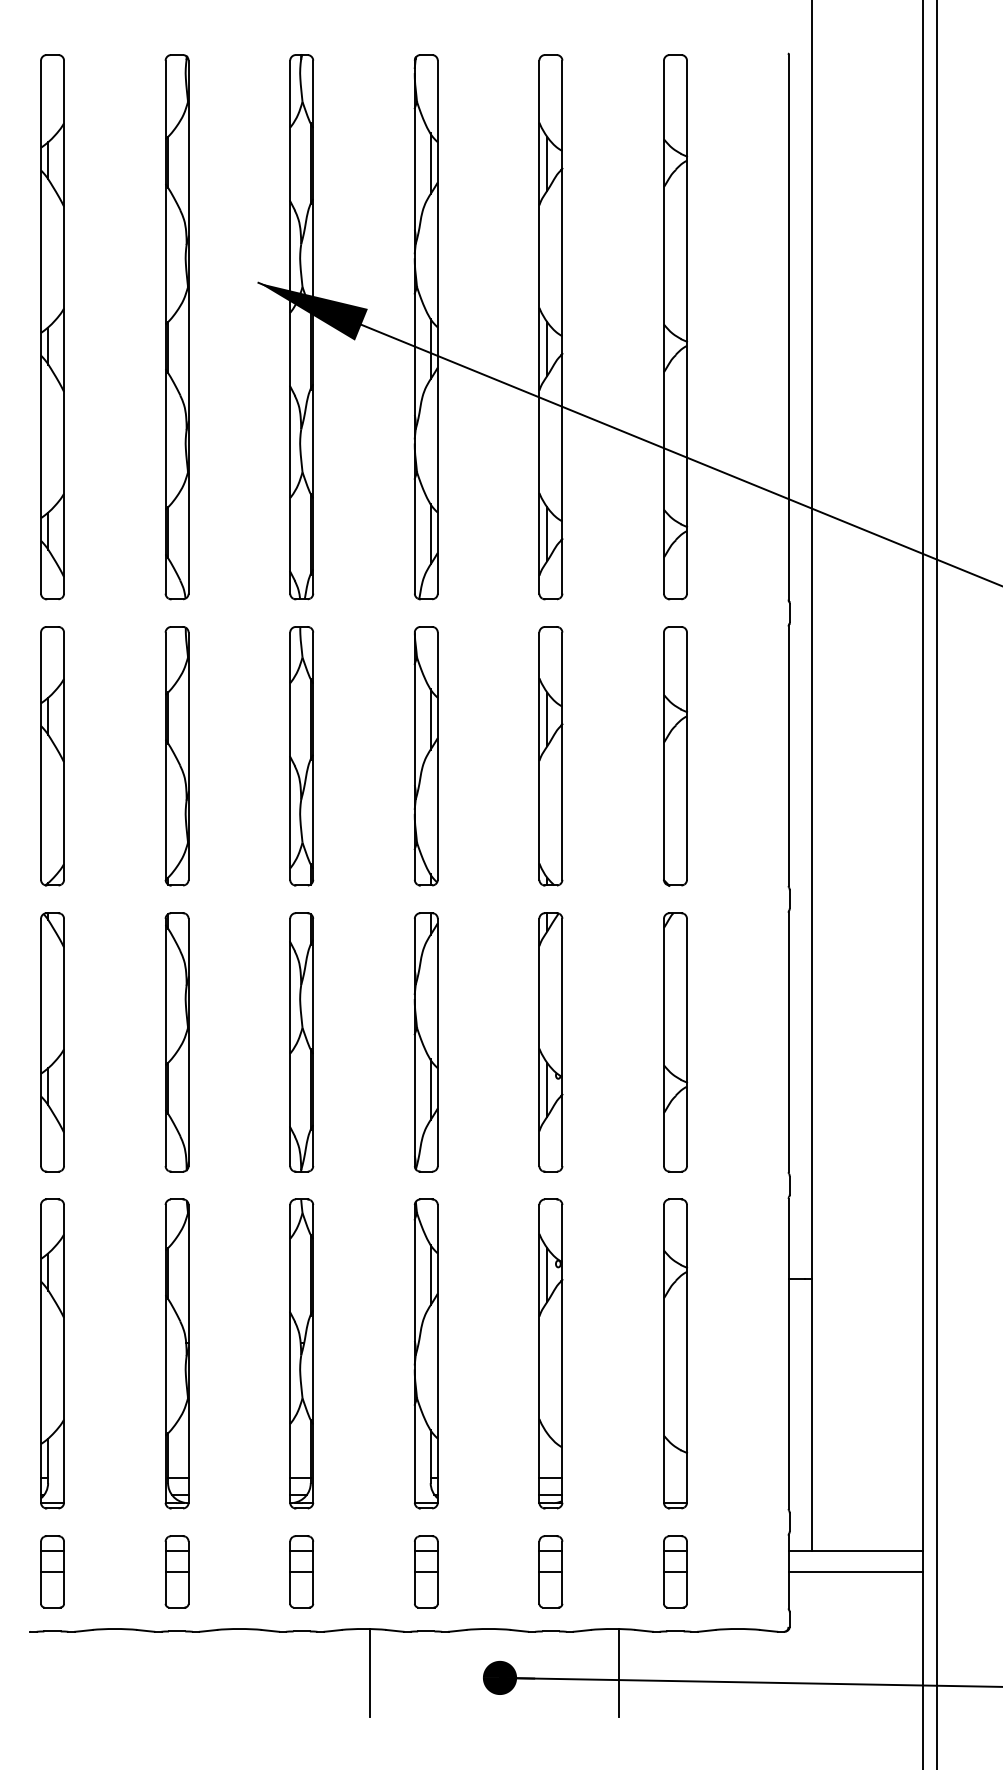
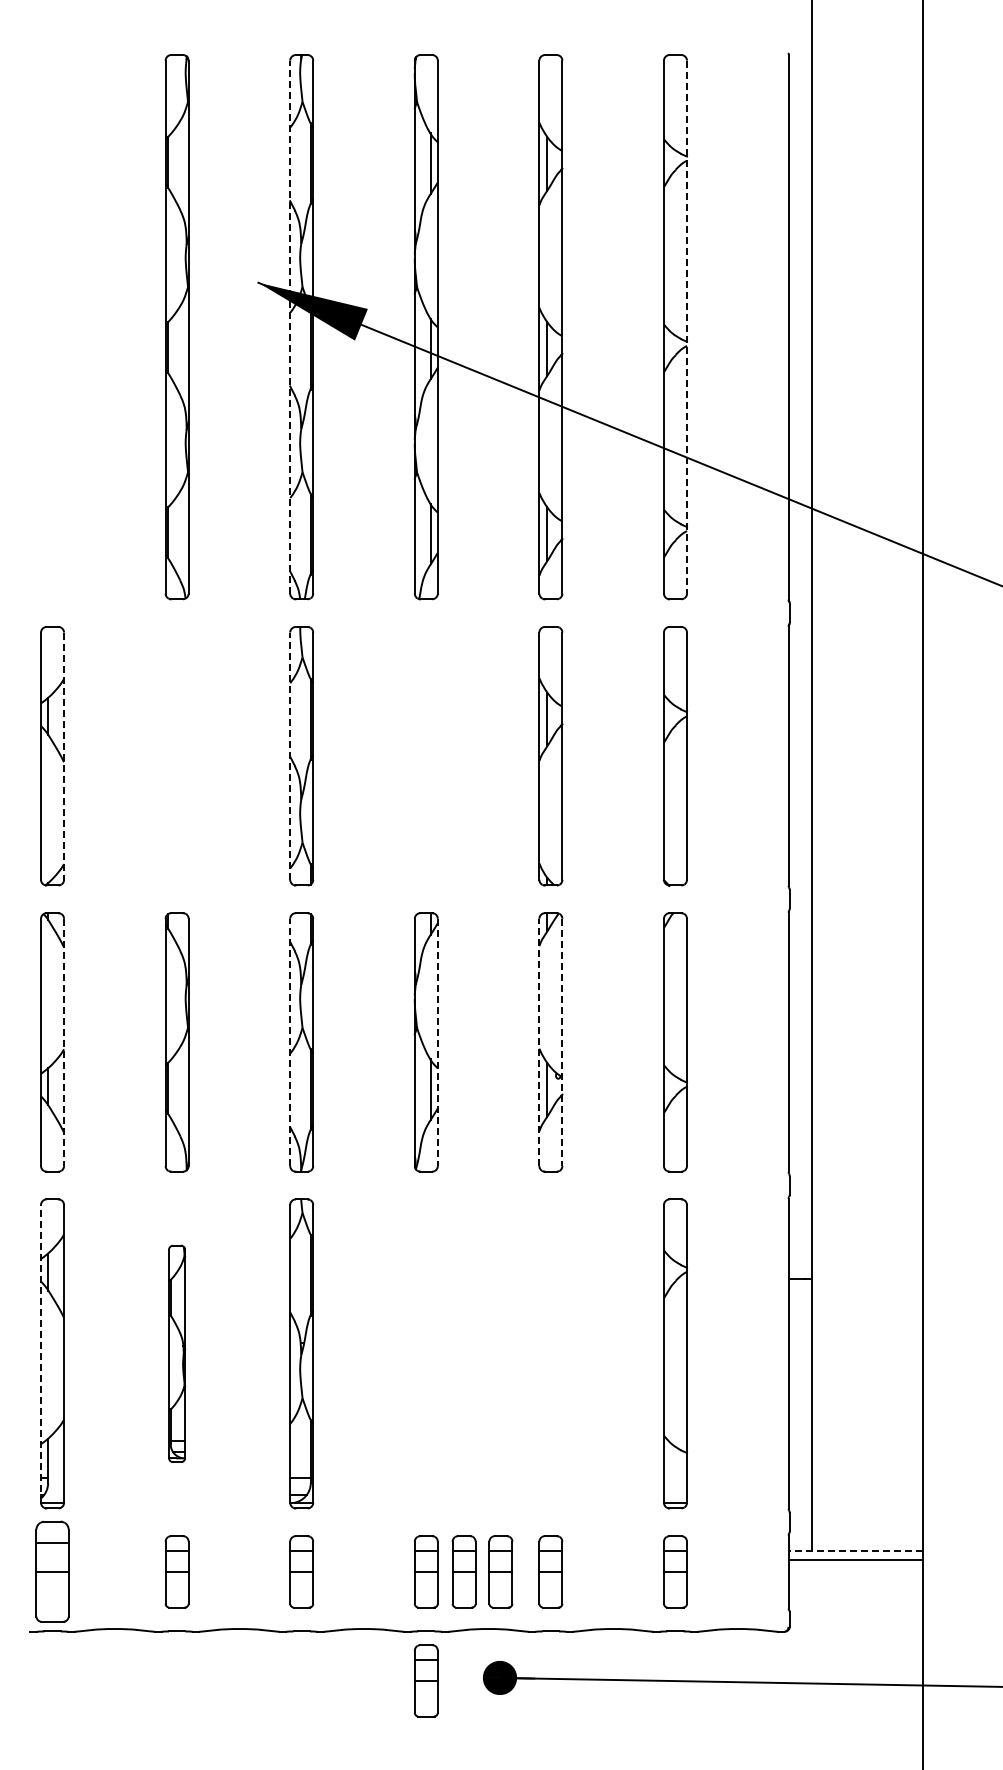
part at (52, 327): present -> none
line at (290, 327): solid -> dashed
line at (687, 327): solid -> dashed
line at (64, 756): solid -> dashed
part at (176, 756): present -> none
line at (290, 756): solid -> dashed
part at (425, 756): present -> none
line at (936, 884): present -> none
line at (64, 1042): solid -> dashed
line at (290, 1042): solid -> dashed
line at (437, 1042): solid -> dashed
line at (539, 1042): solid -> dashed
line at (562, 1042): solid -> dashed
line at (41, 1353): solid -> dashed
part at (176, 1353) size: 26x312 px -> 19x219 px
part at (425, 1353): present -> none
part at (550, 1353): present -> none
line at (855, 1551): solid -> dashed
part at (52, 1571) size: 25x74 px -> 35x103 px
part at (463, 1571): none -> present
part at (500, 1571): none -> present
line at (855, 1572) position: (855, 1572) -> (855, 1560)
line at (369, 1672): present -> none
line at (619, 1672): present -> none
part at (426, 1680): none -> present
